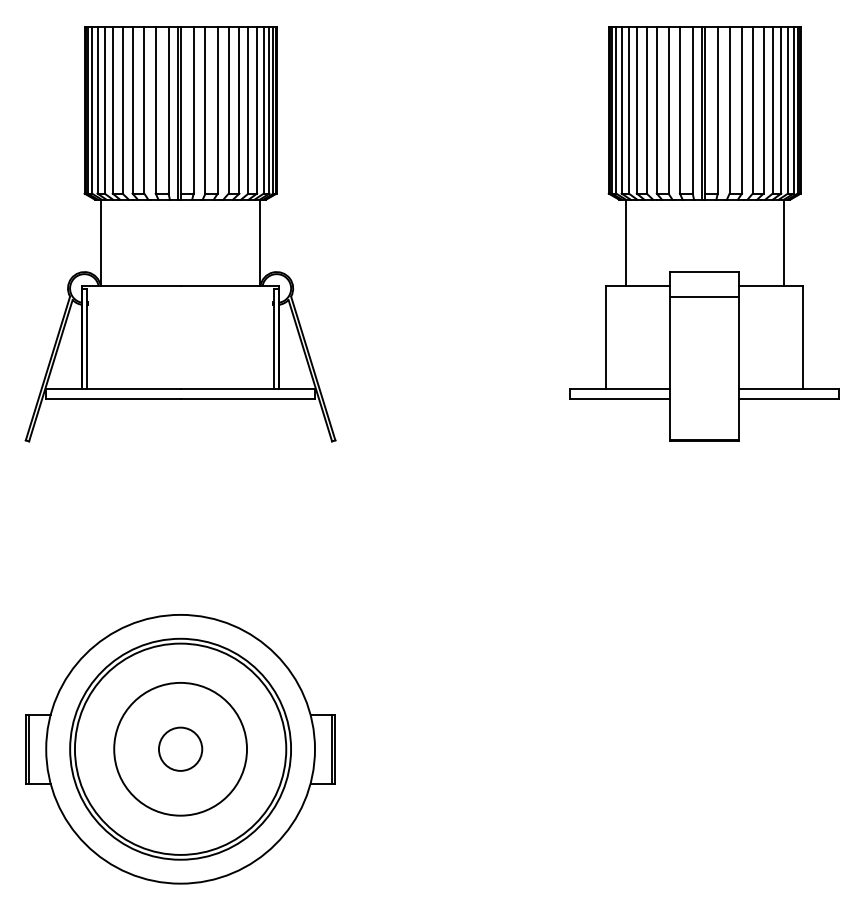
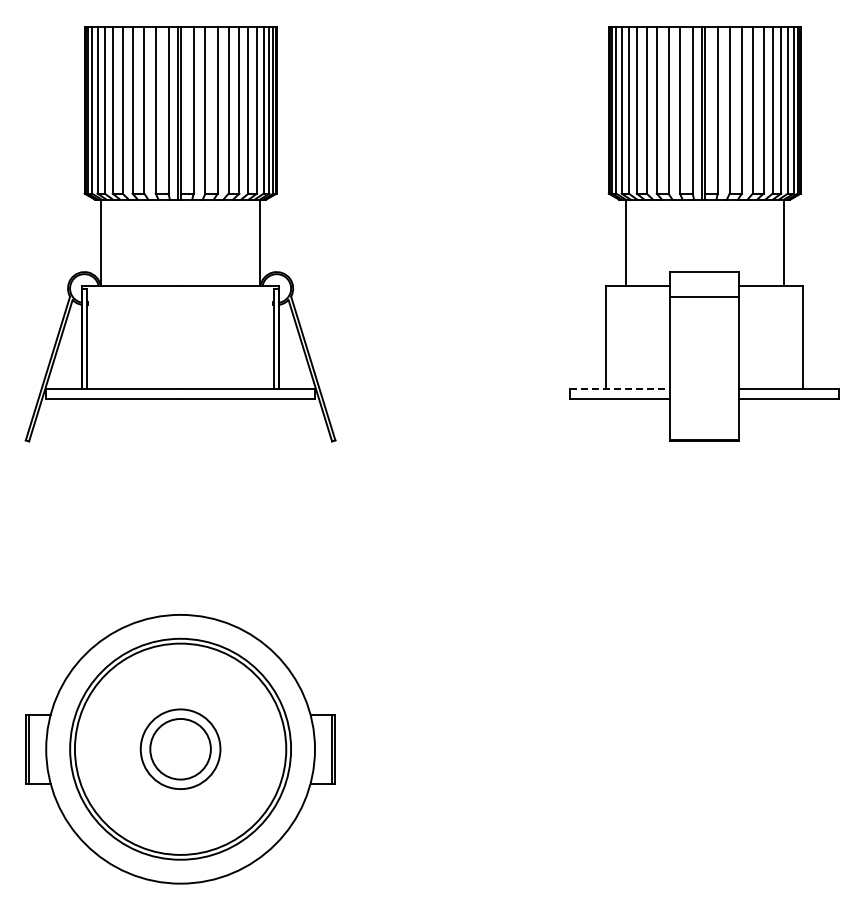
line at (620, 389): solid -> dashed
circle at (180, 748) diameter: 133 px -> 80 px
circle at (180, 748) diameter: 43 px -> 61 px
